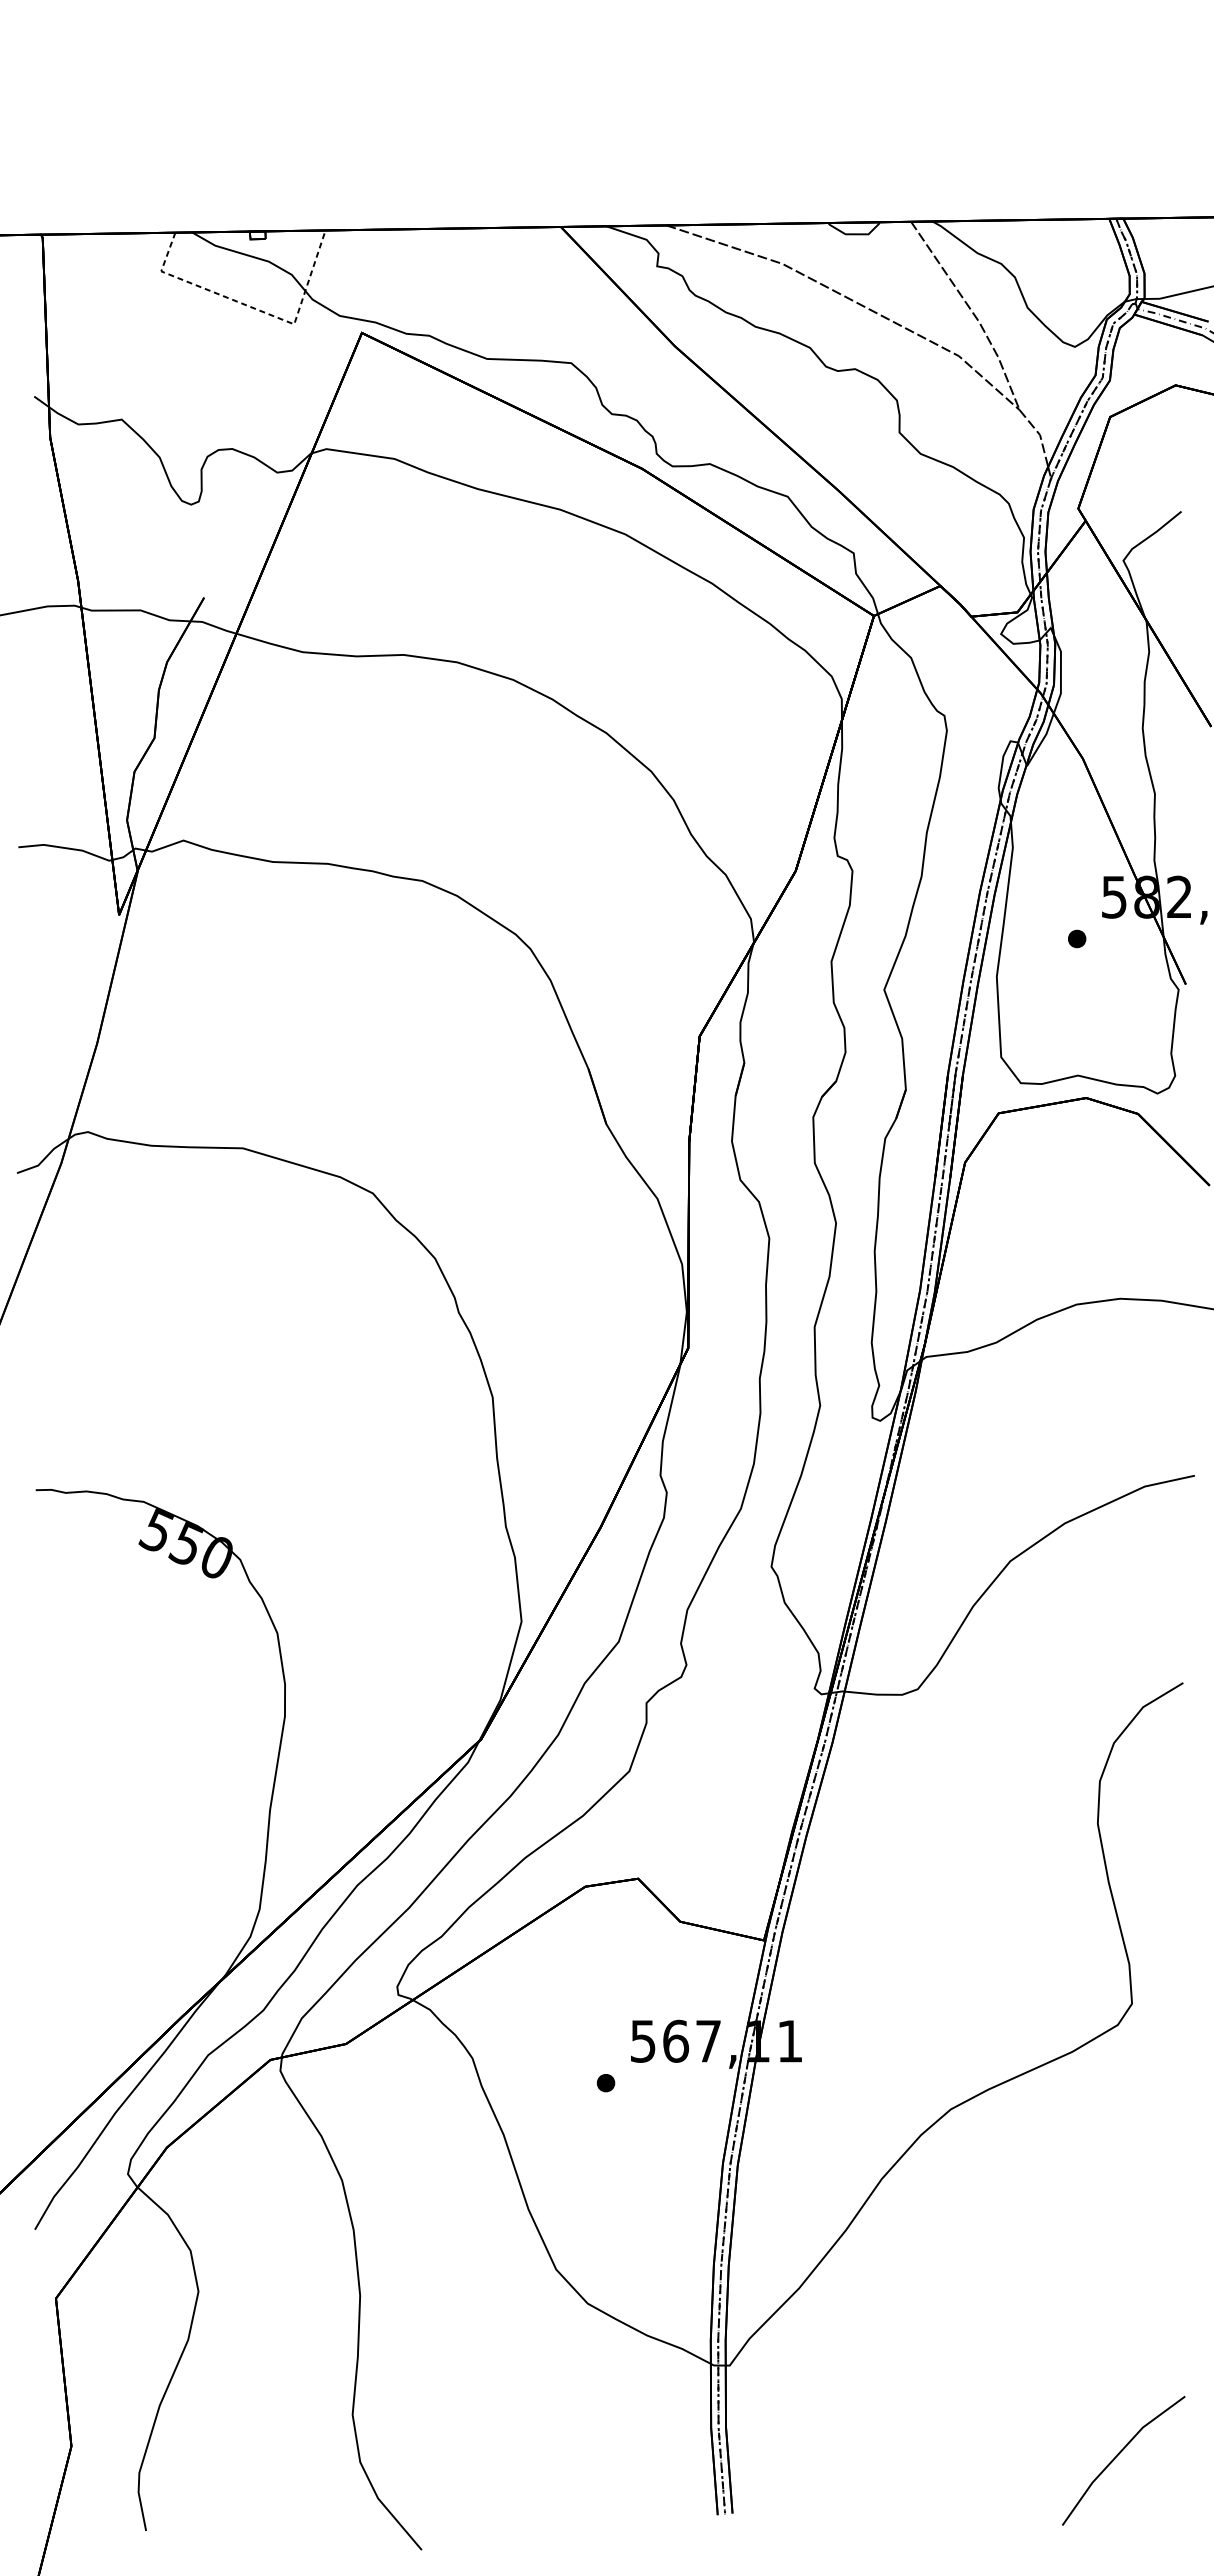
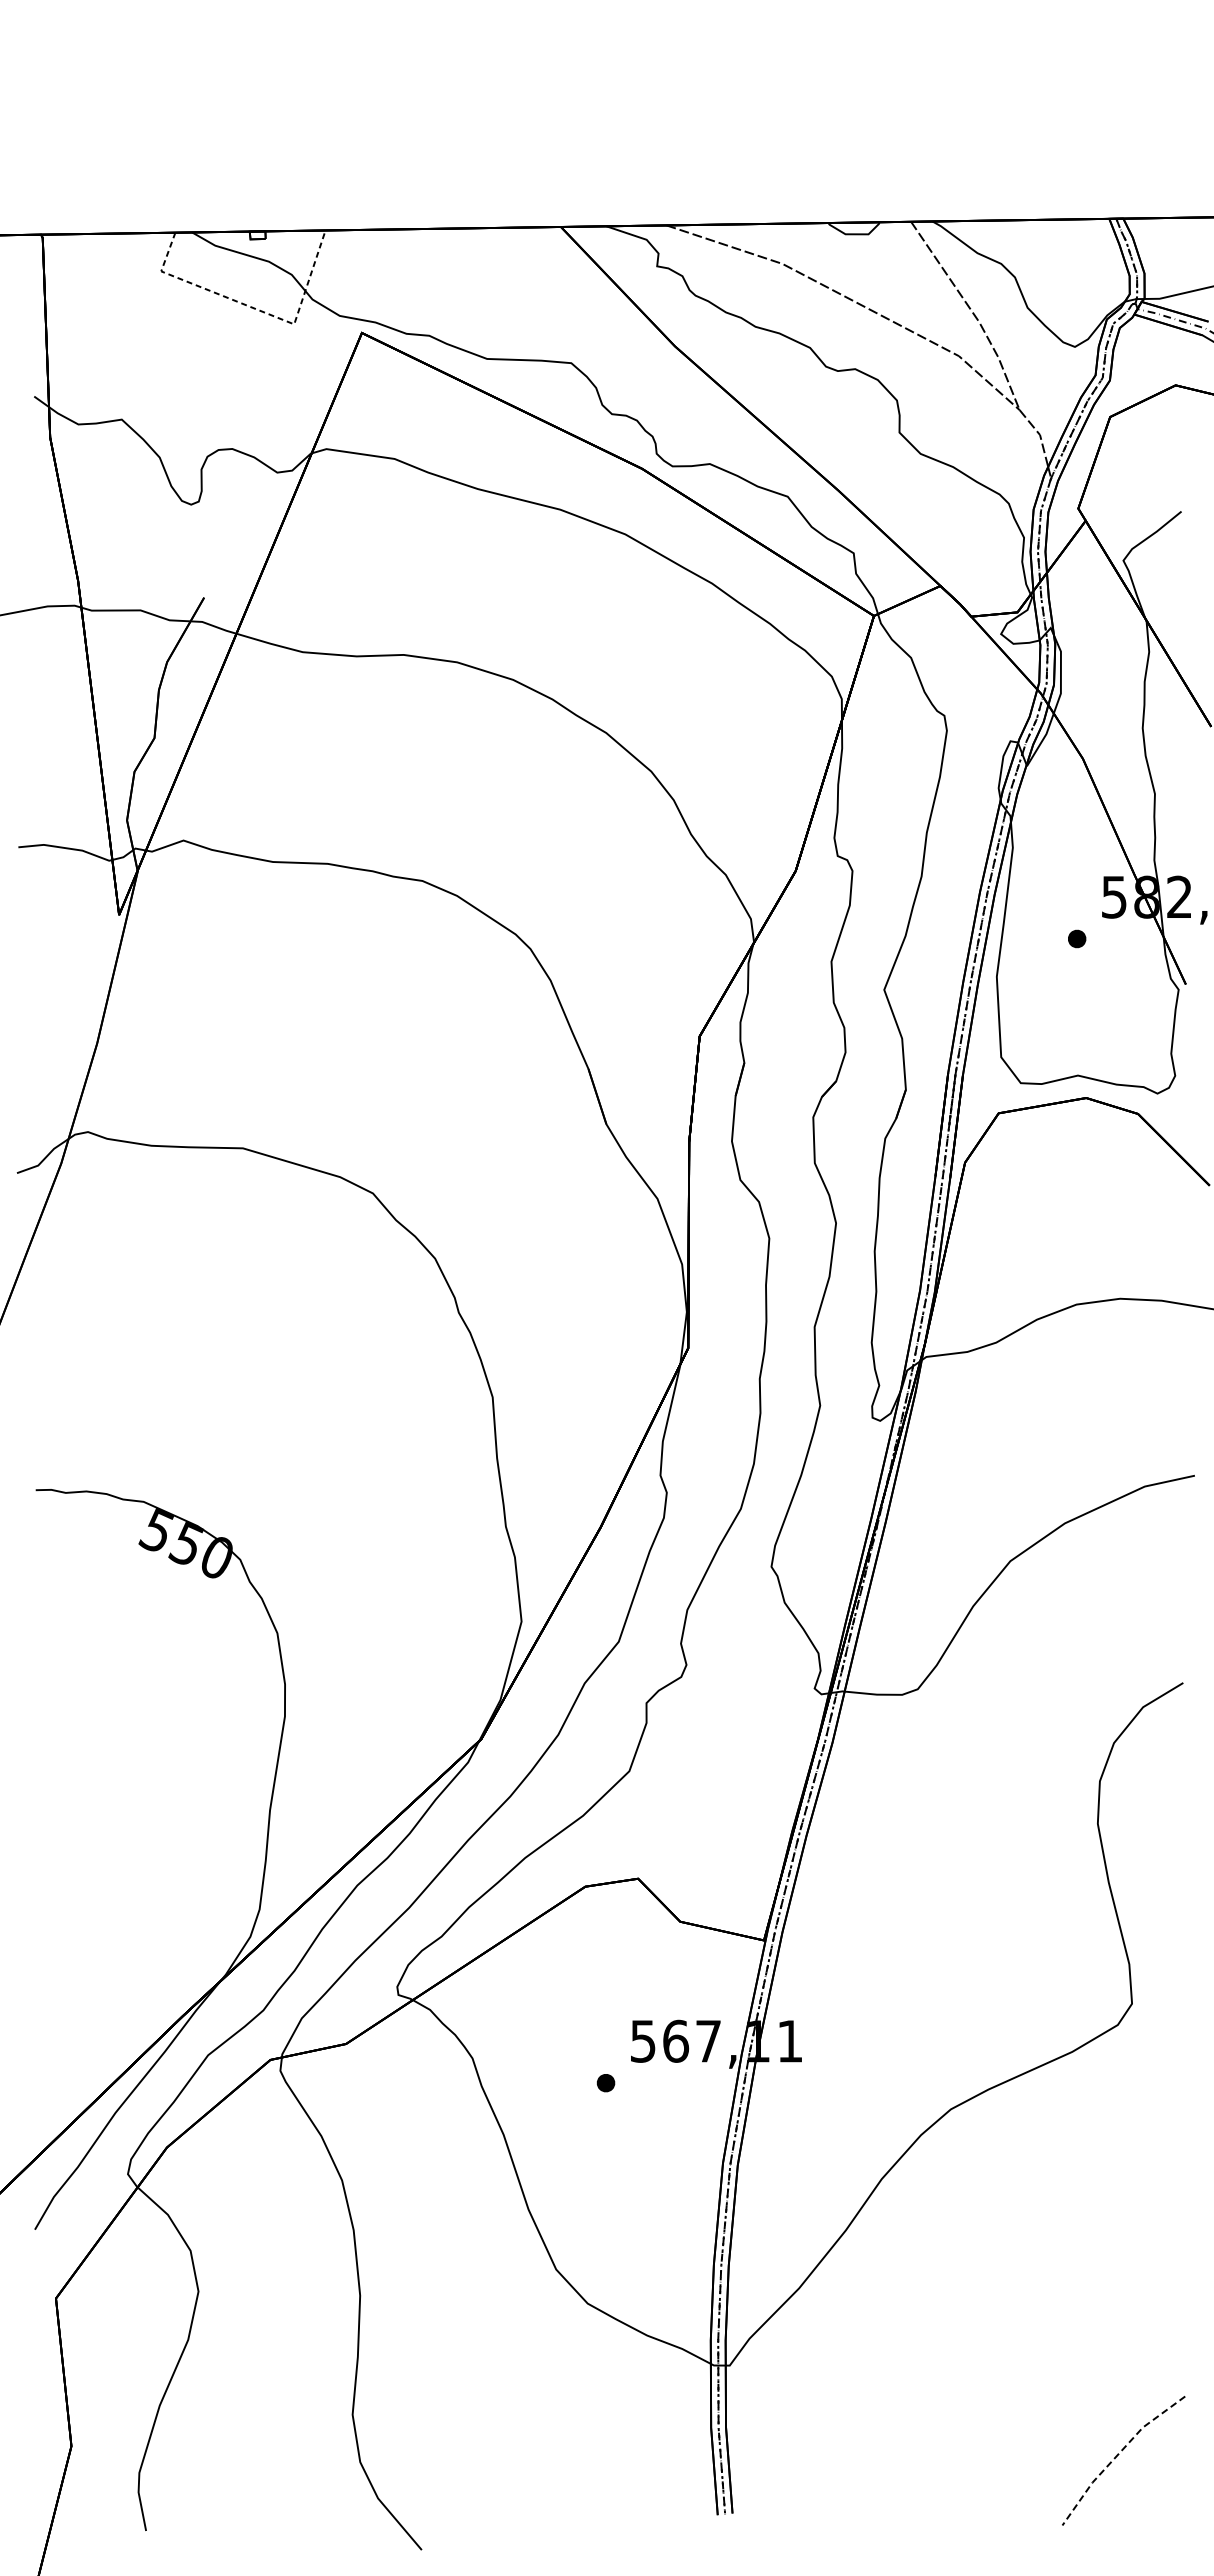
line at (1117, 2455): solid -> dashed
